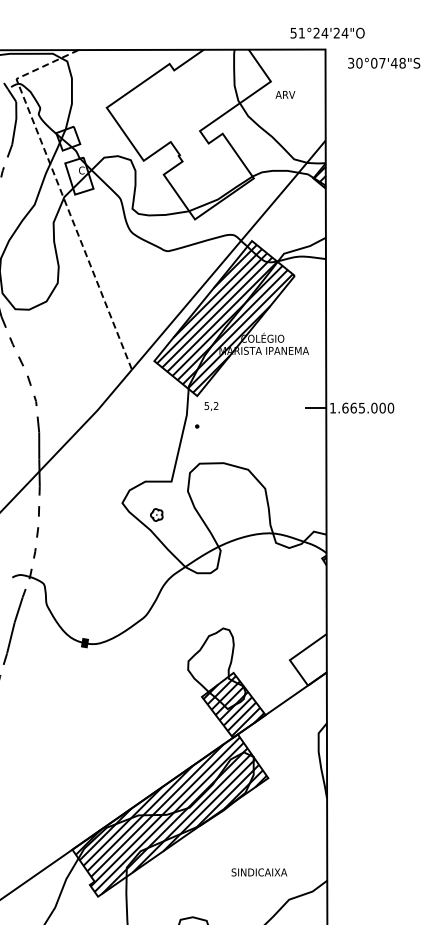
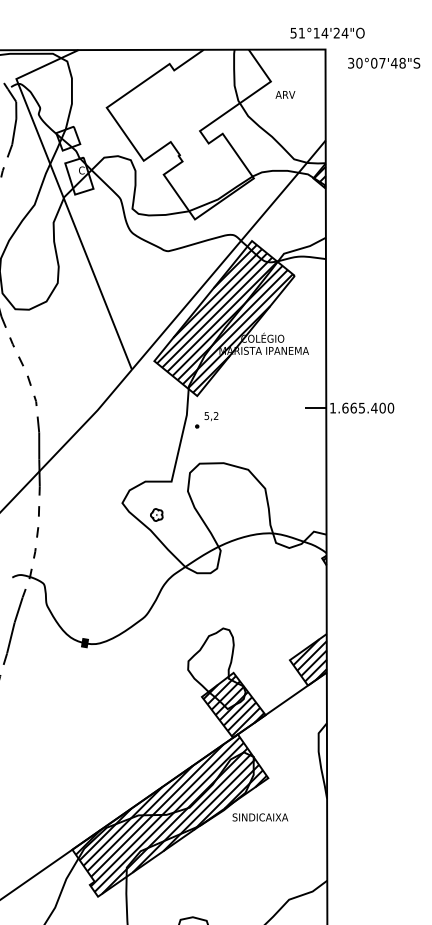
text at (316, 32): 51°24'24"O -> 51°14'24"O
line at (61, 192): dashed -> solid
text at (211, 406) position: (211, 406) -> (211, 416)
text at (374, 407): 1.665.000 -> 1.665.400
hatch at (309, 660): none -> present
text at (259, 872) position: (259, 872) -> (260, 817)
